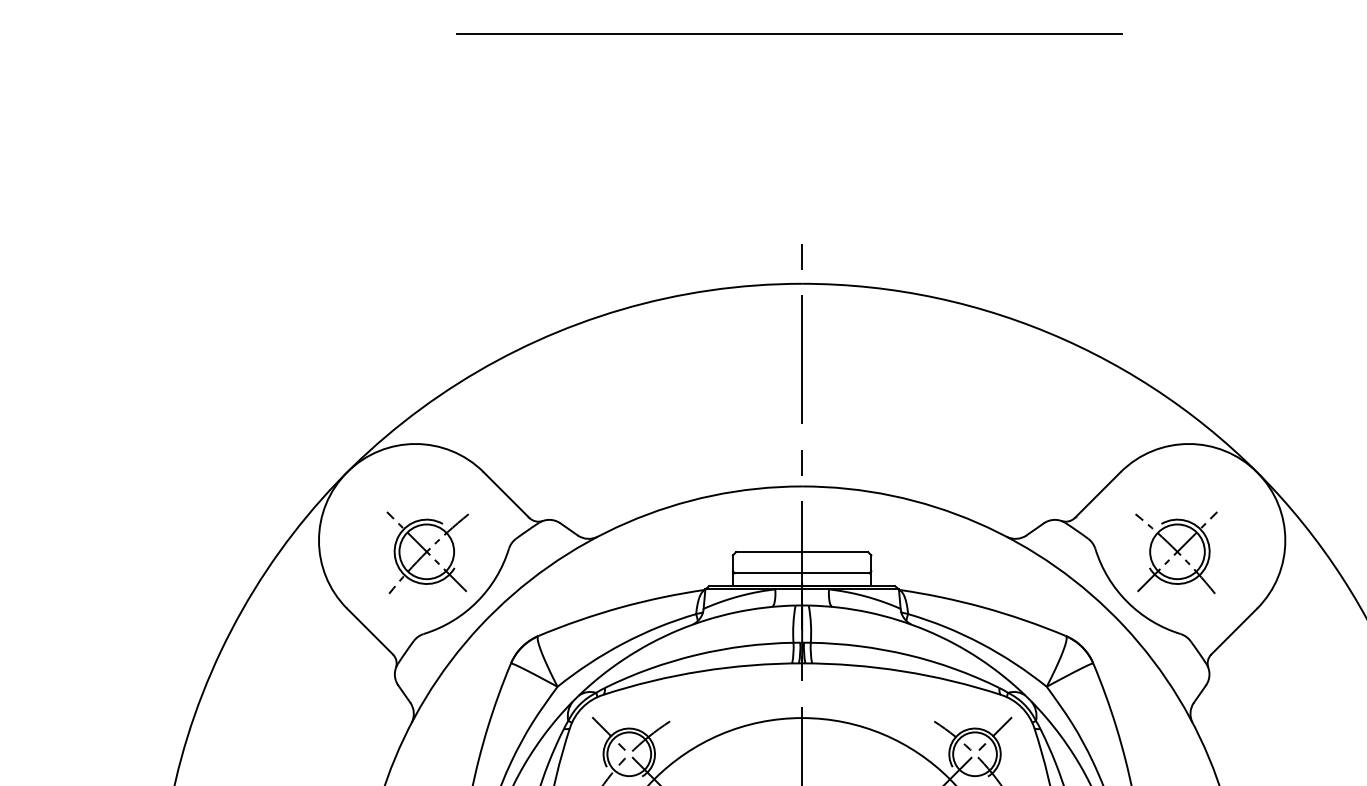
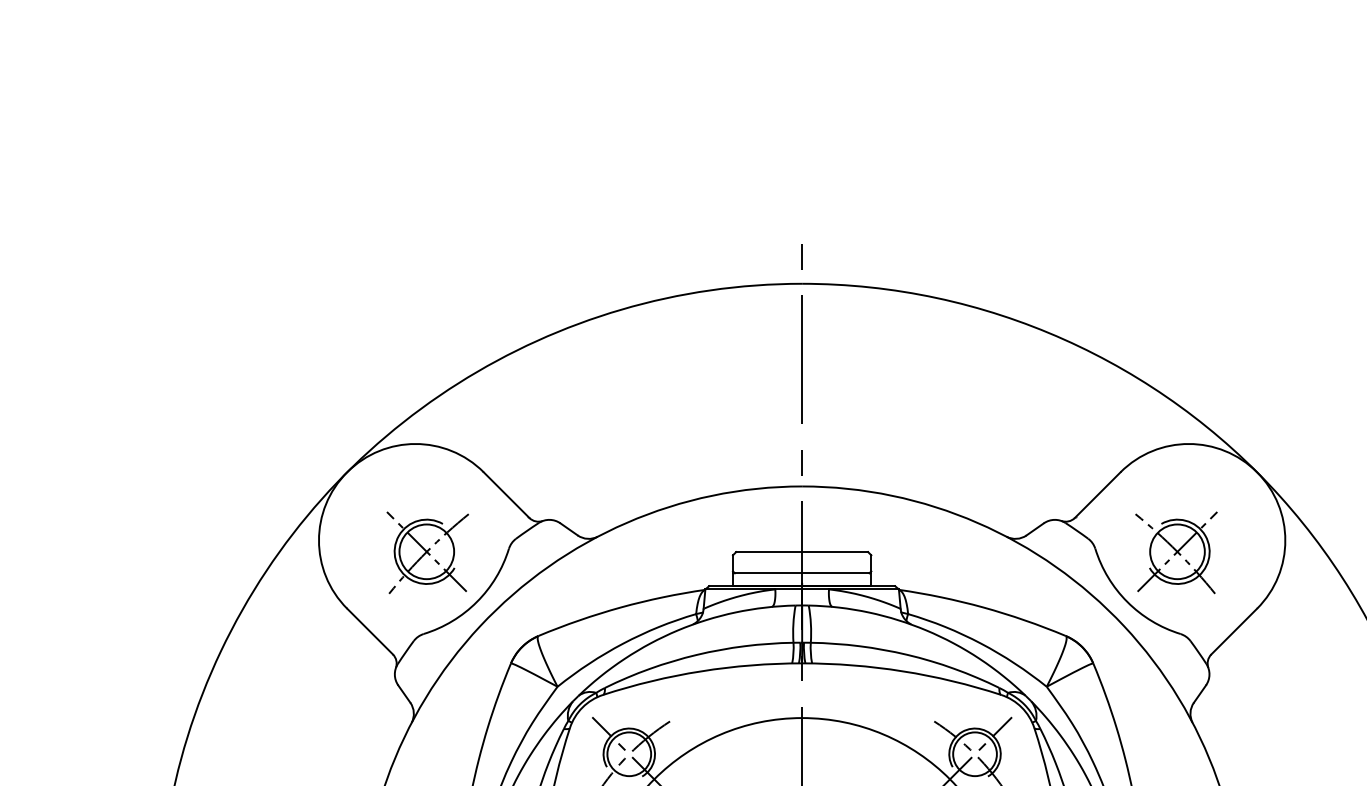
line at (789, 33): present -> none
